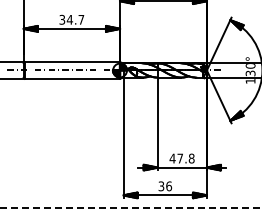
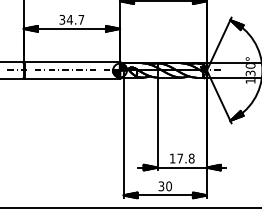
text at (172, 158): 47.8 -> 17.8
text at (169, 185): 36 -> 30
line at (130, 207): dashed -> solid
